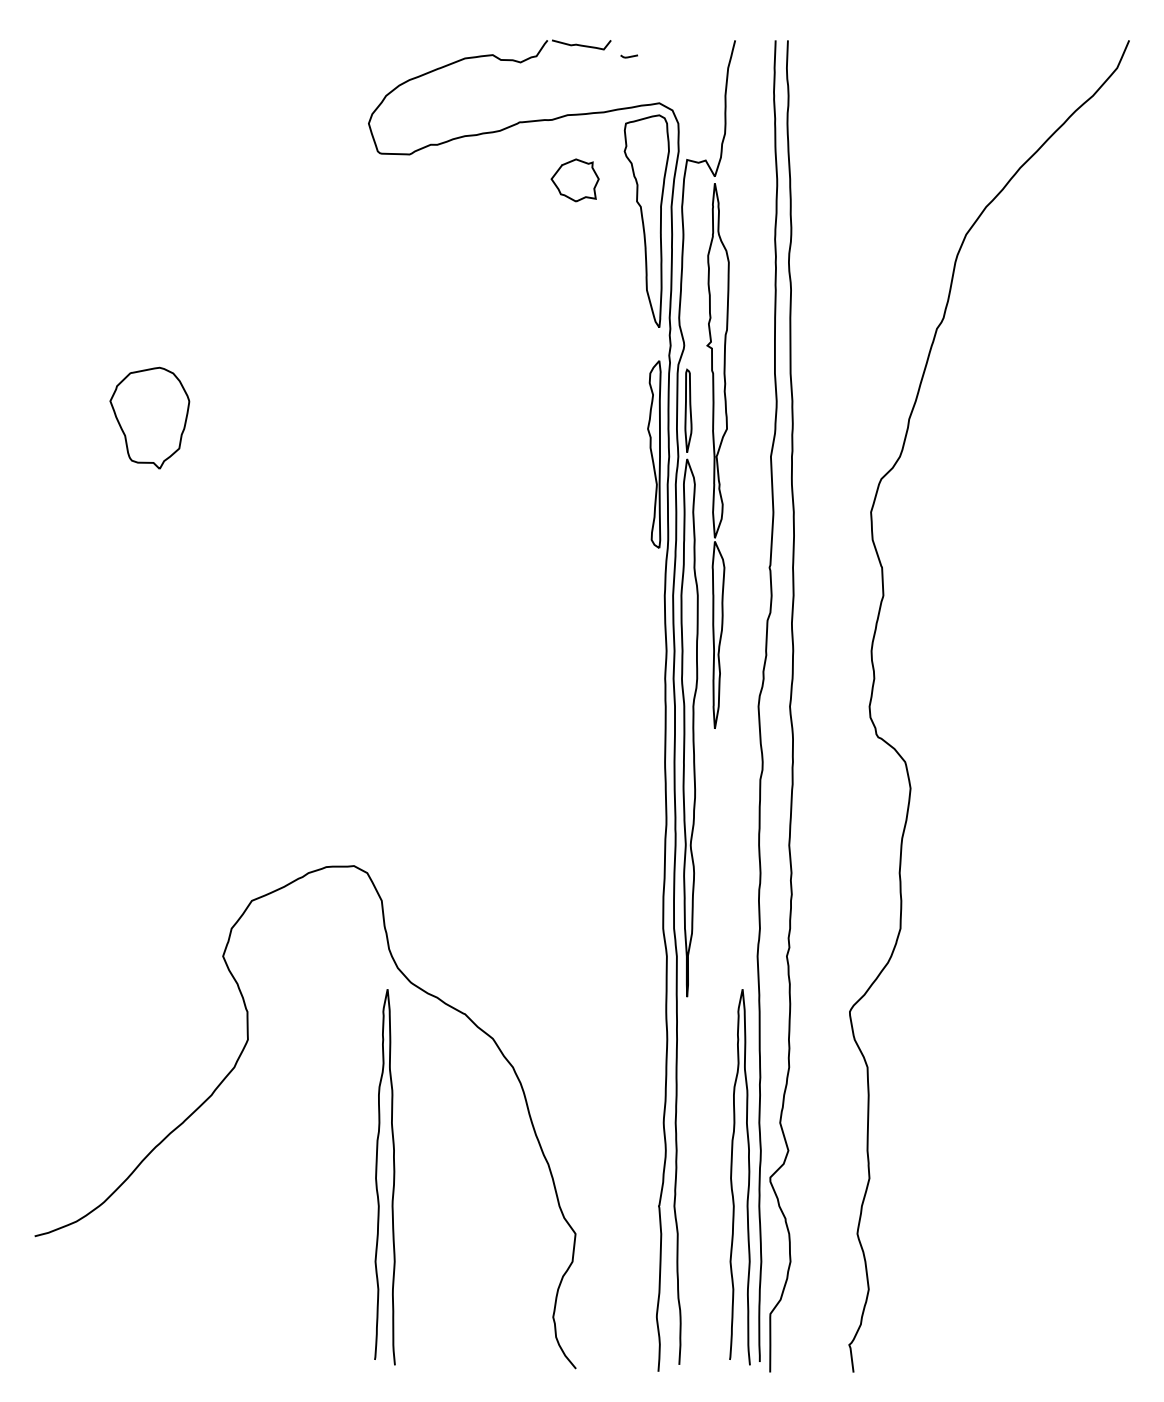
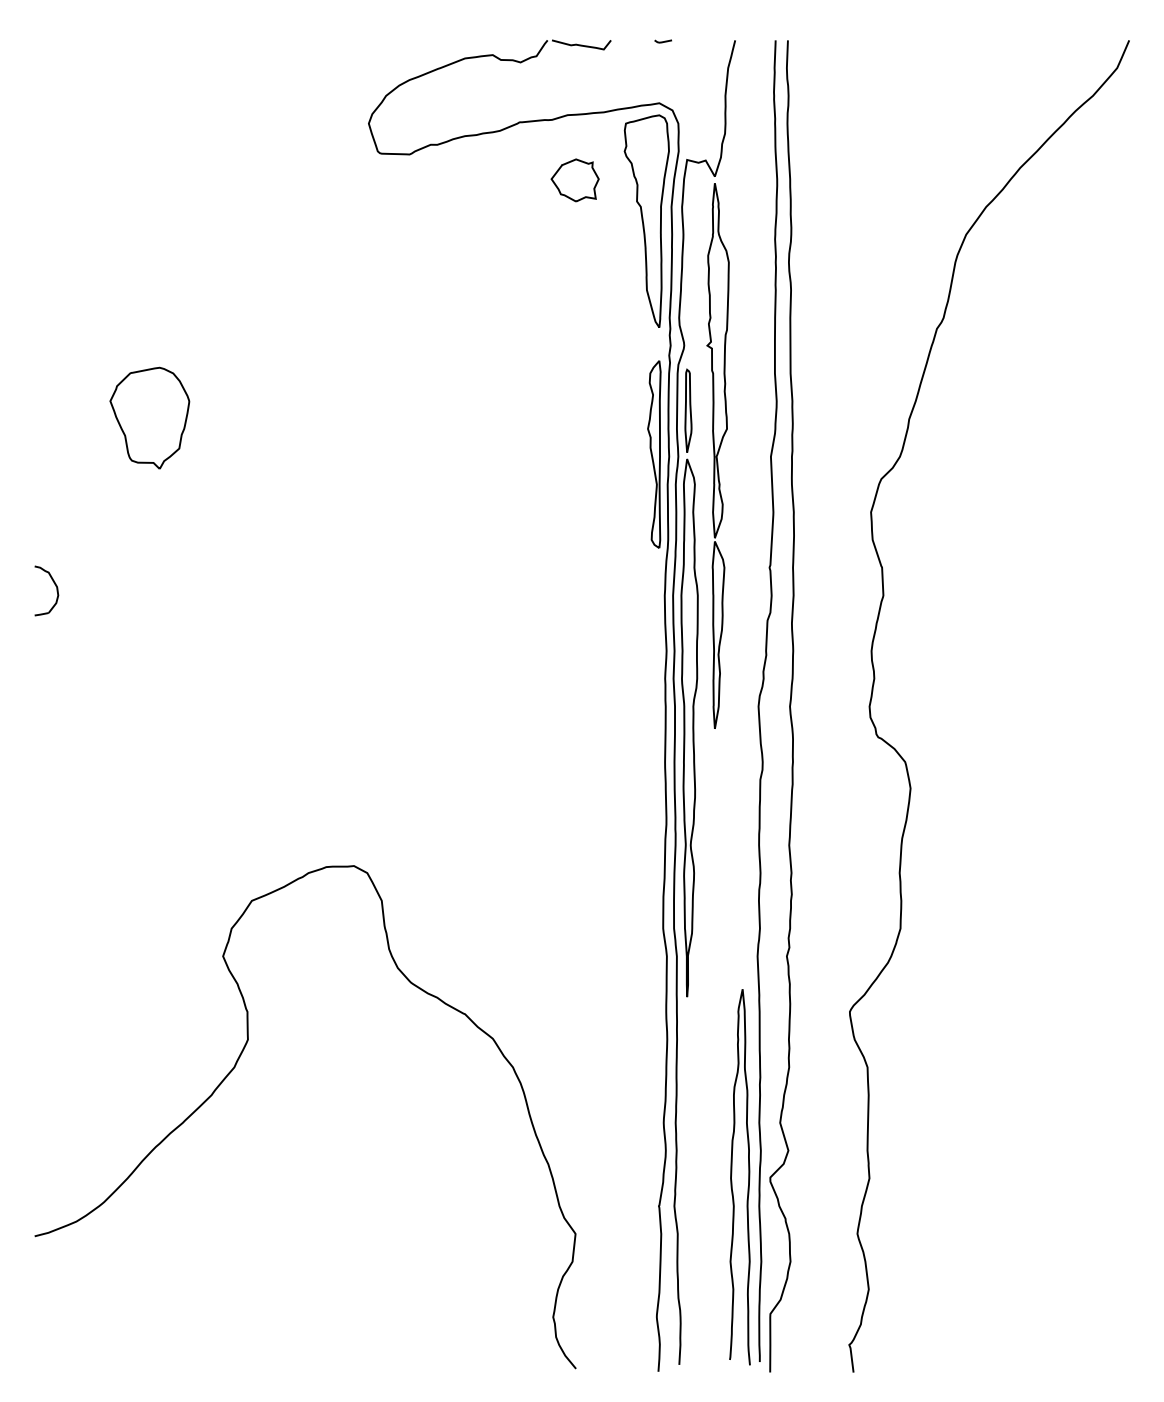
line at (628, 56) position: (628, 56) -> (662, 41)
part at (55, 586): none -> present
curve at (377, 1174): present -> none
